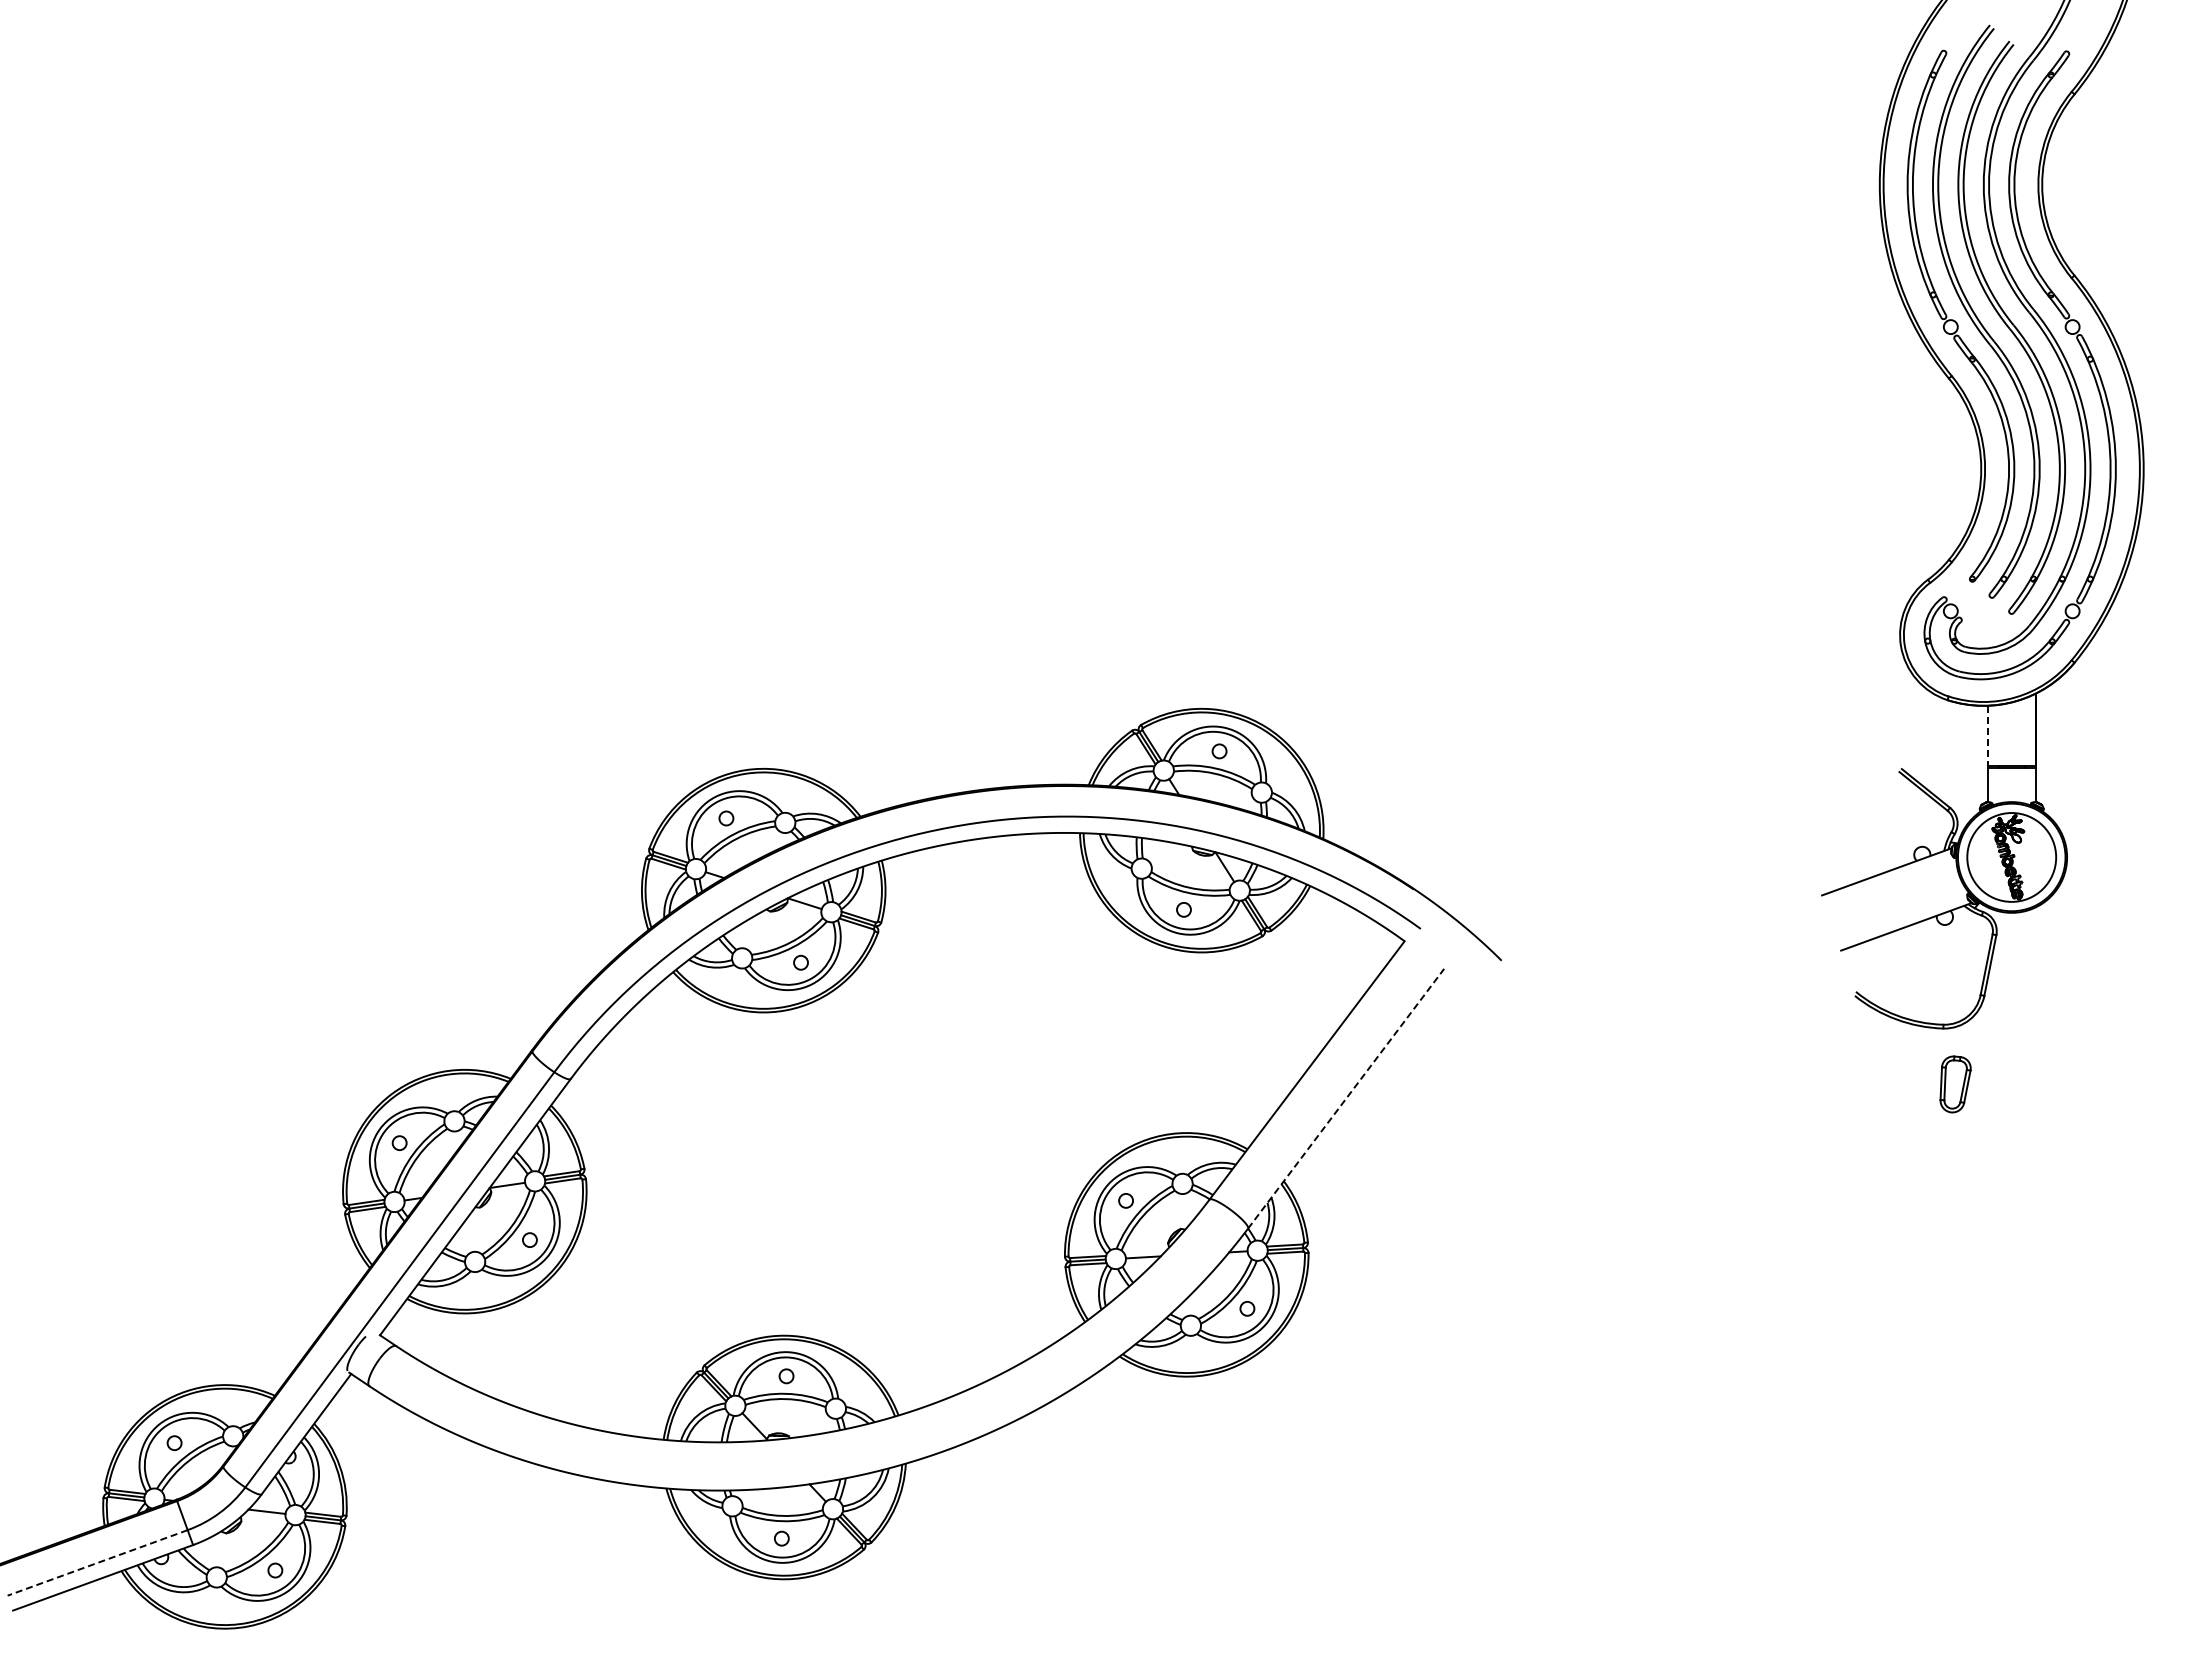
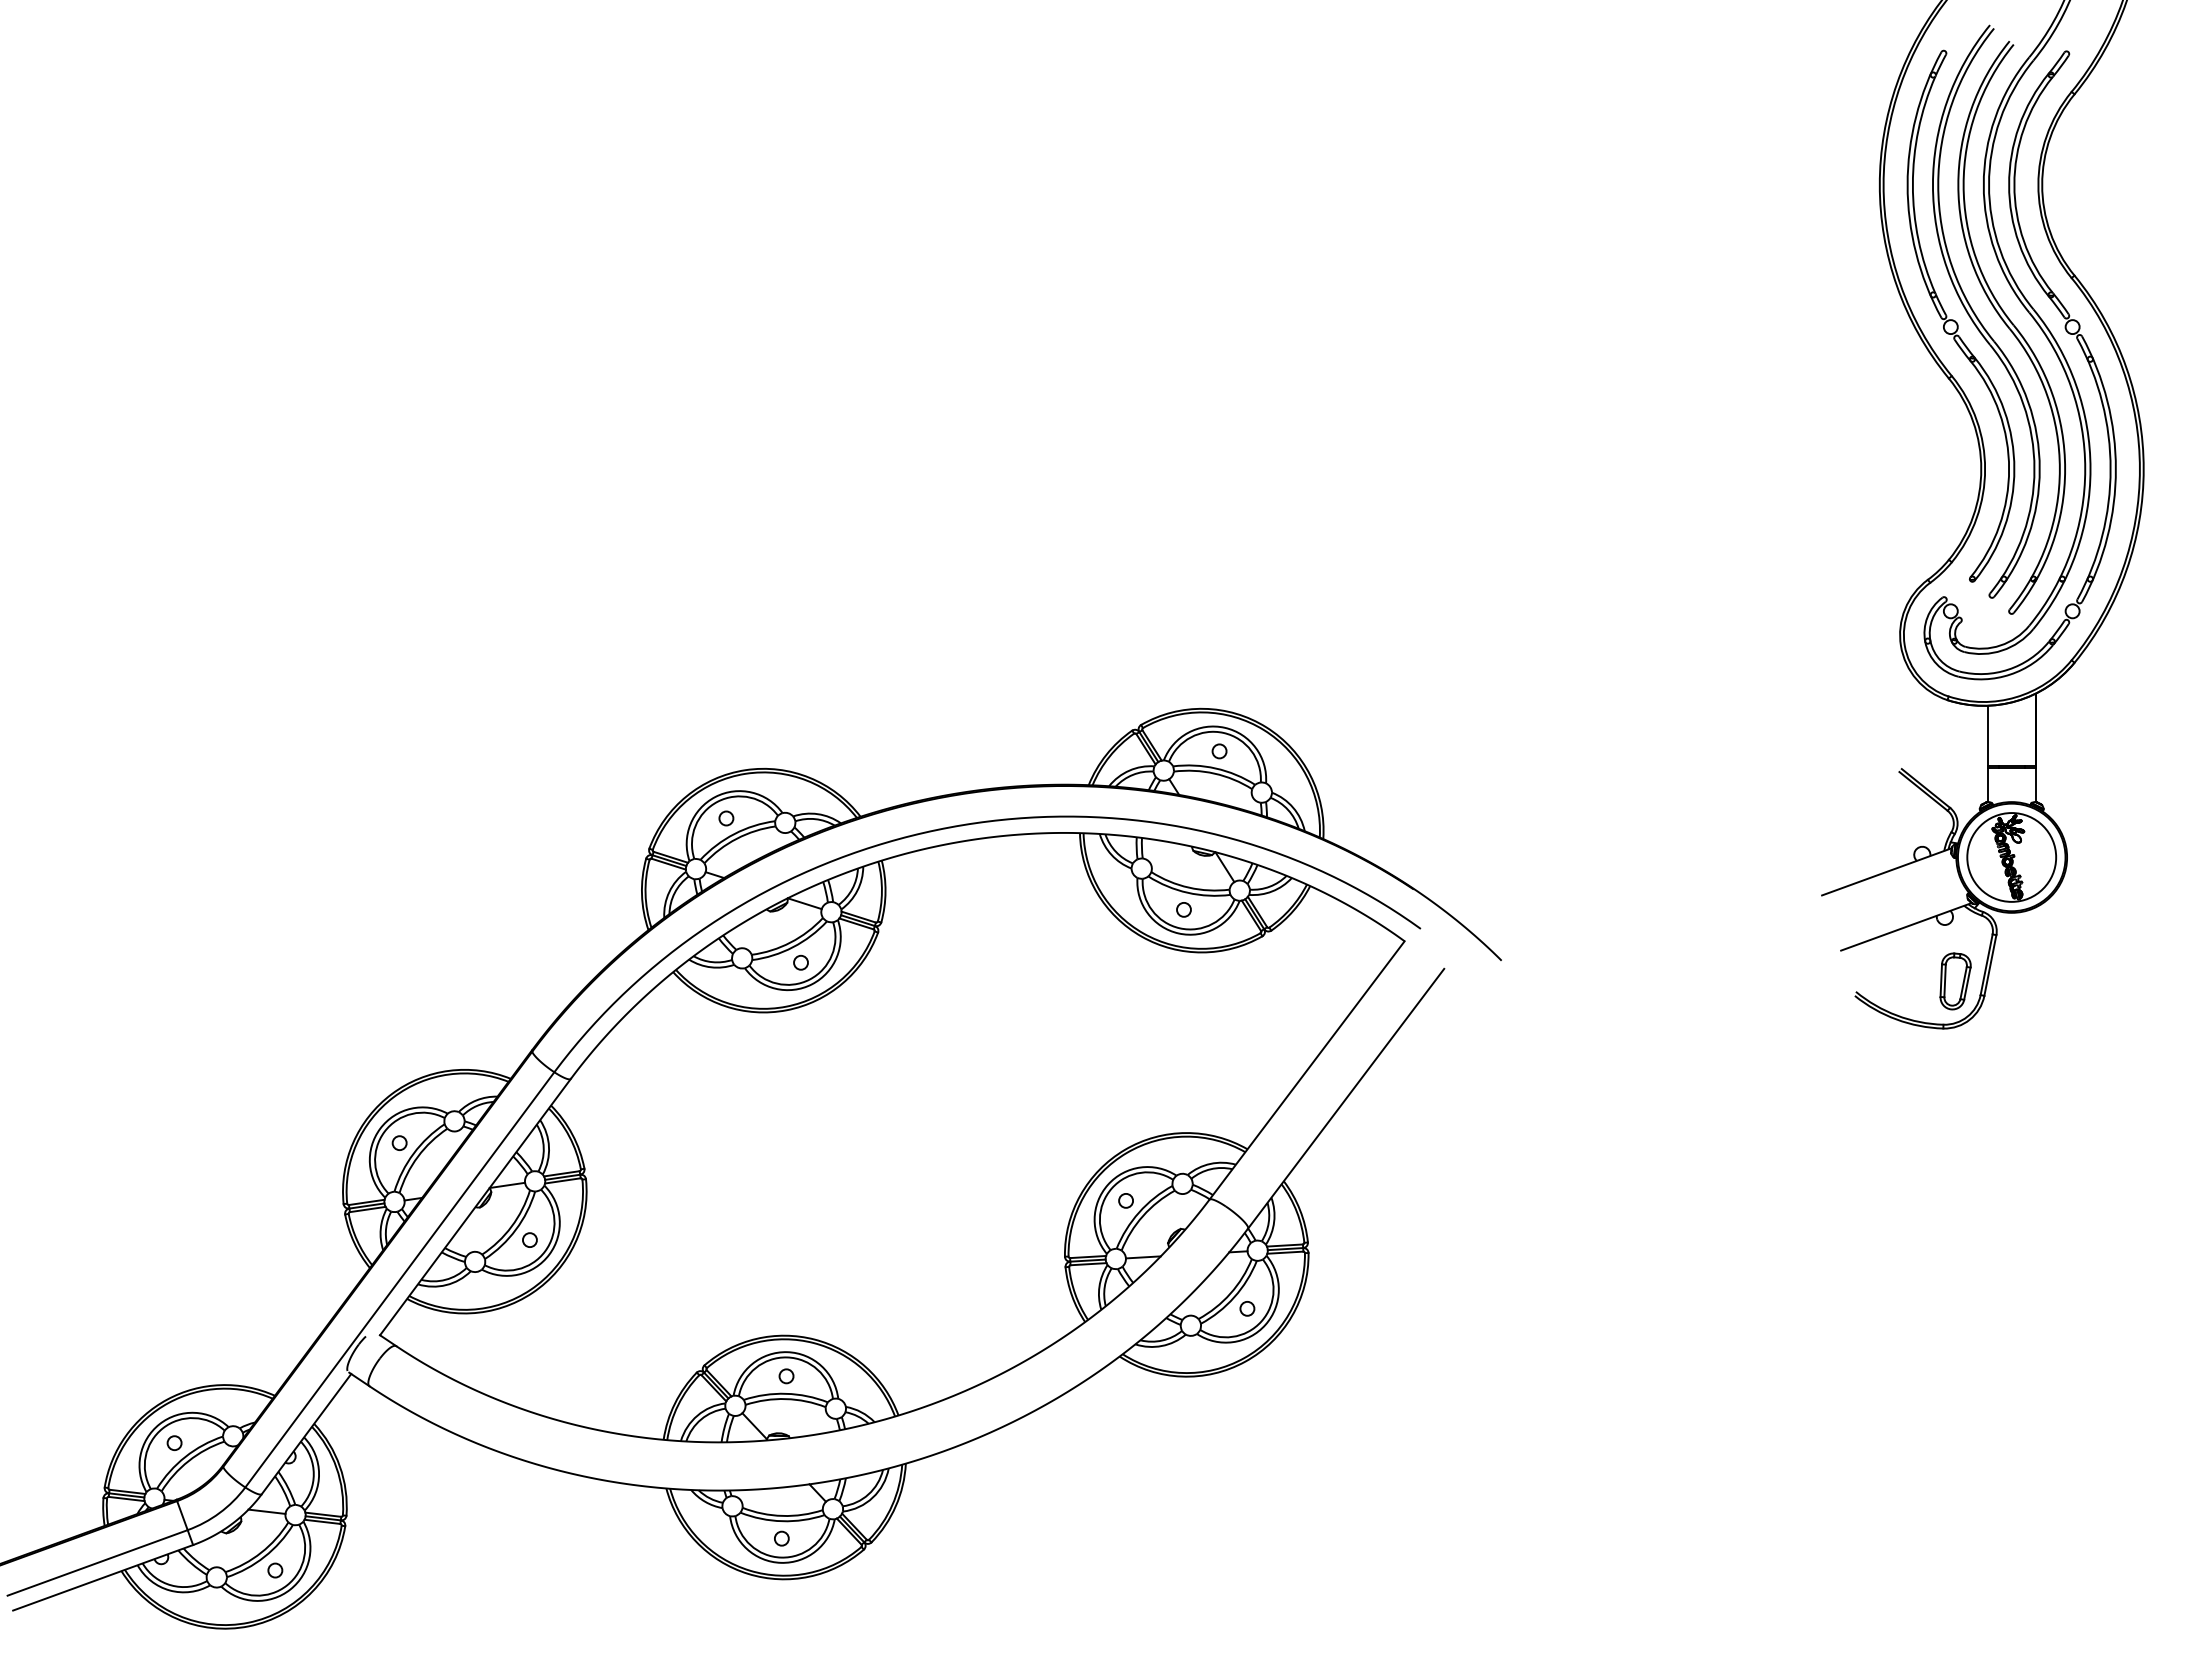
line at (1987, 736): dashed -> solid
part at (1955, 1084) position: (1955, 1084) -> (1955, 981)
line at (1346, 1098): dashed -> solid
line at (97, 1562): dashed -> solid
